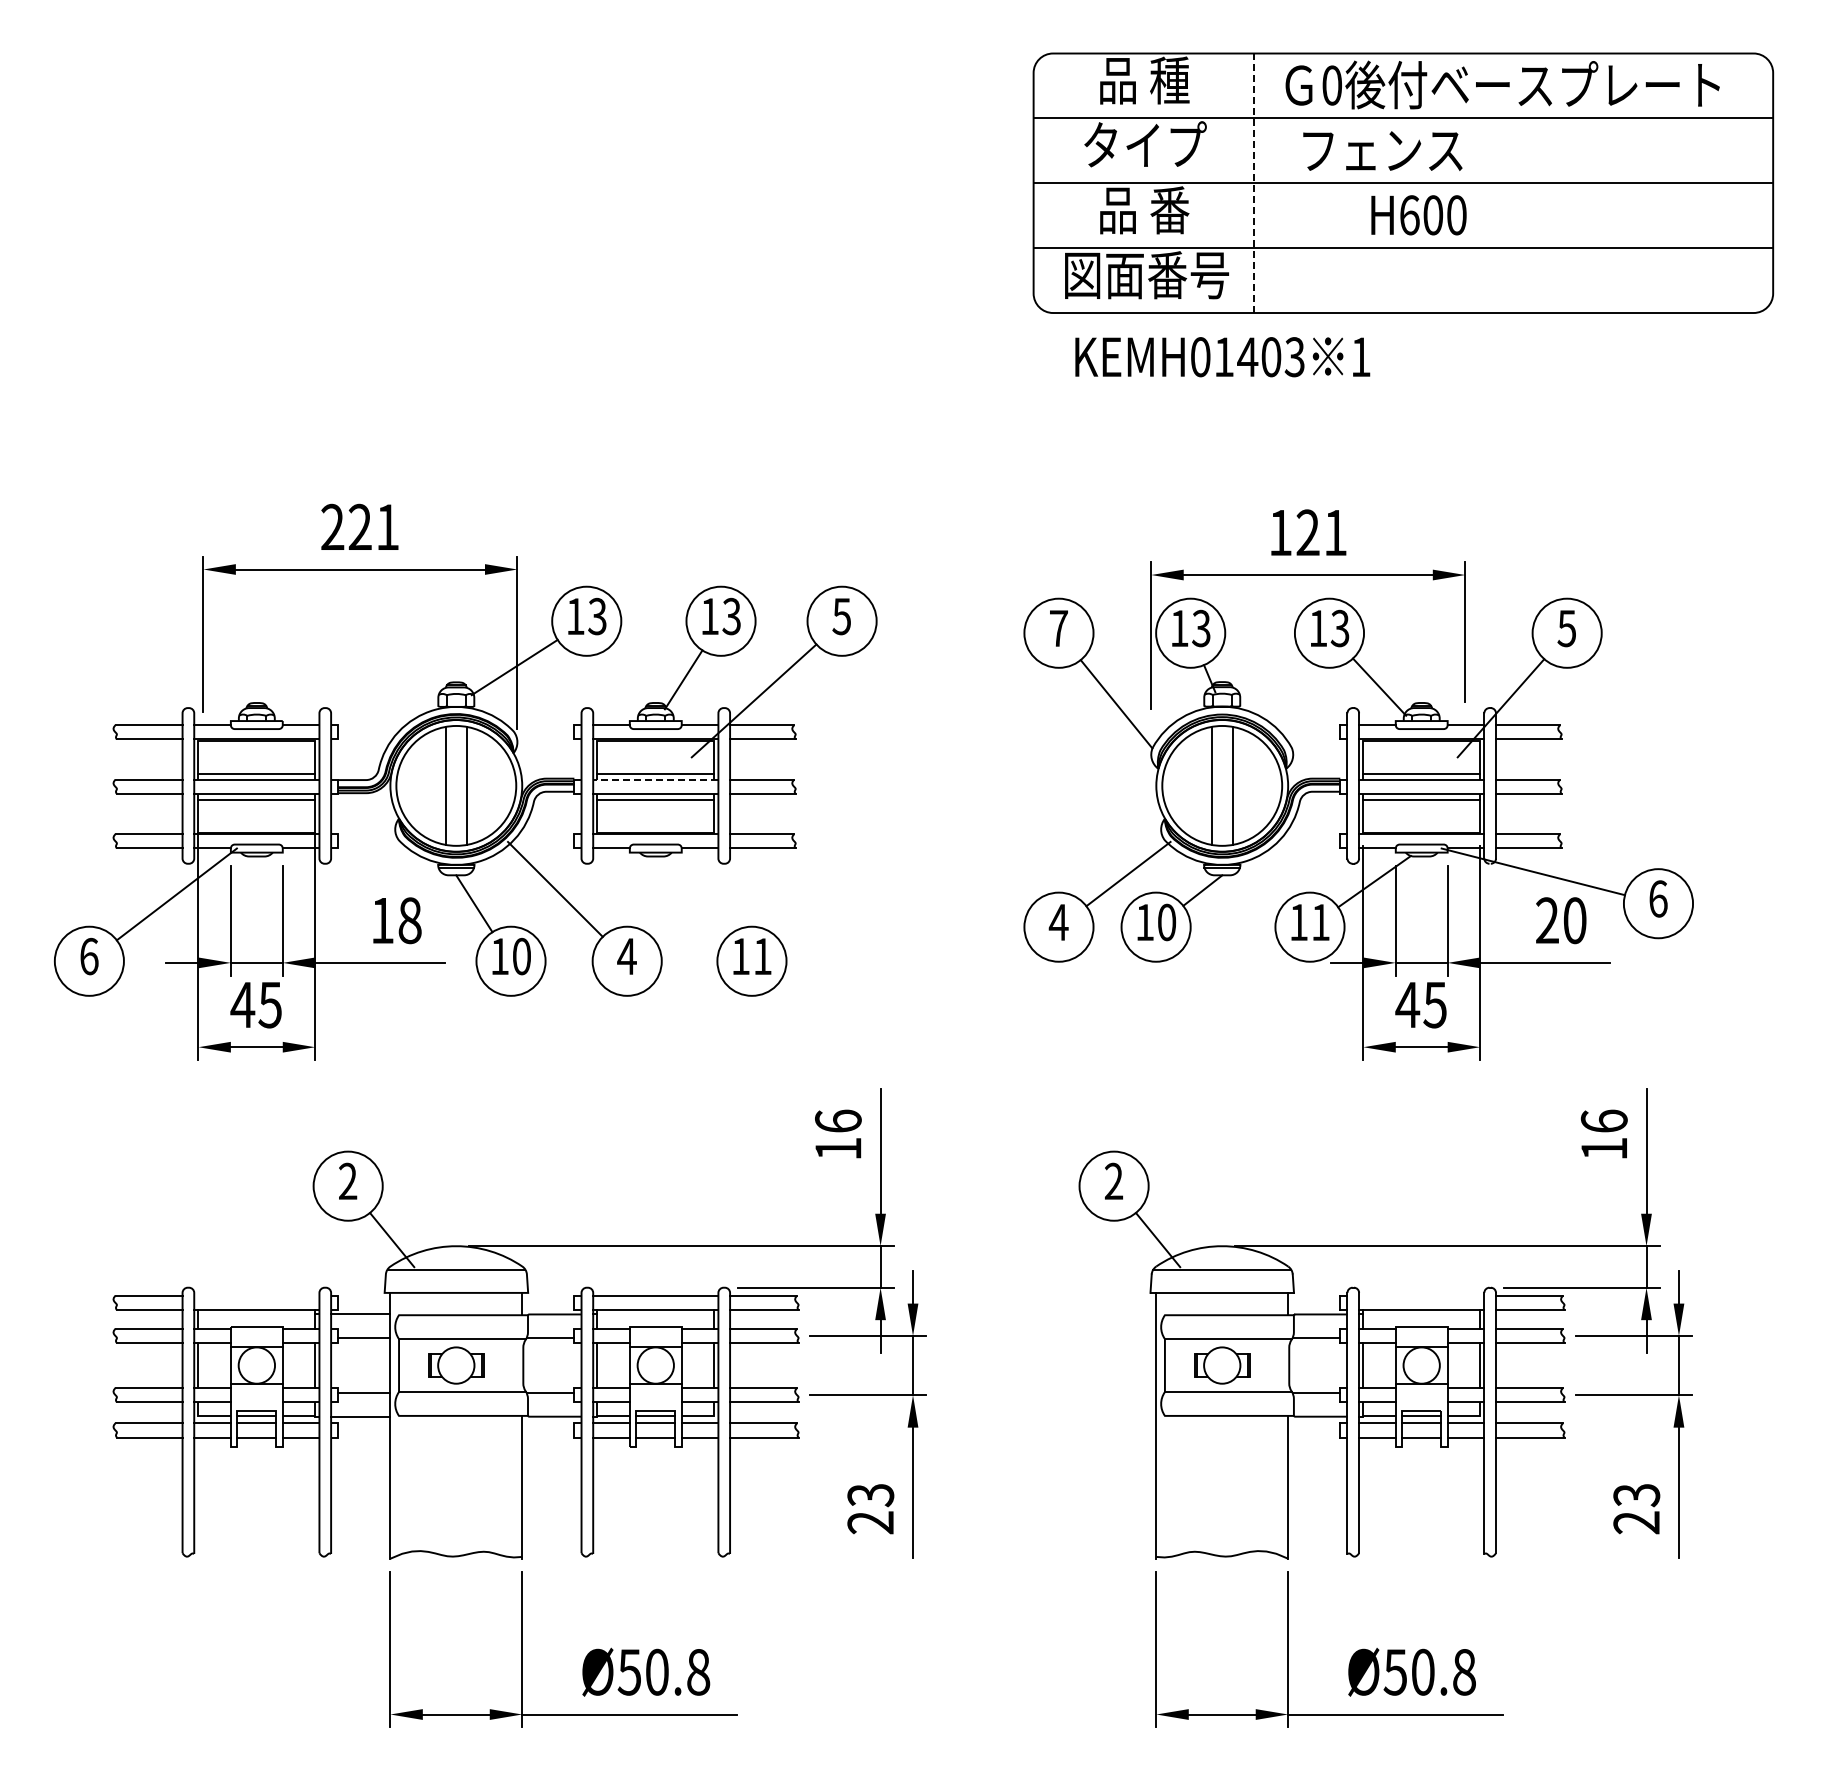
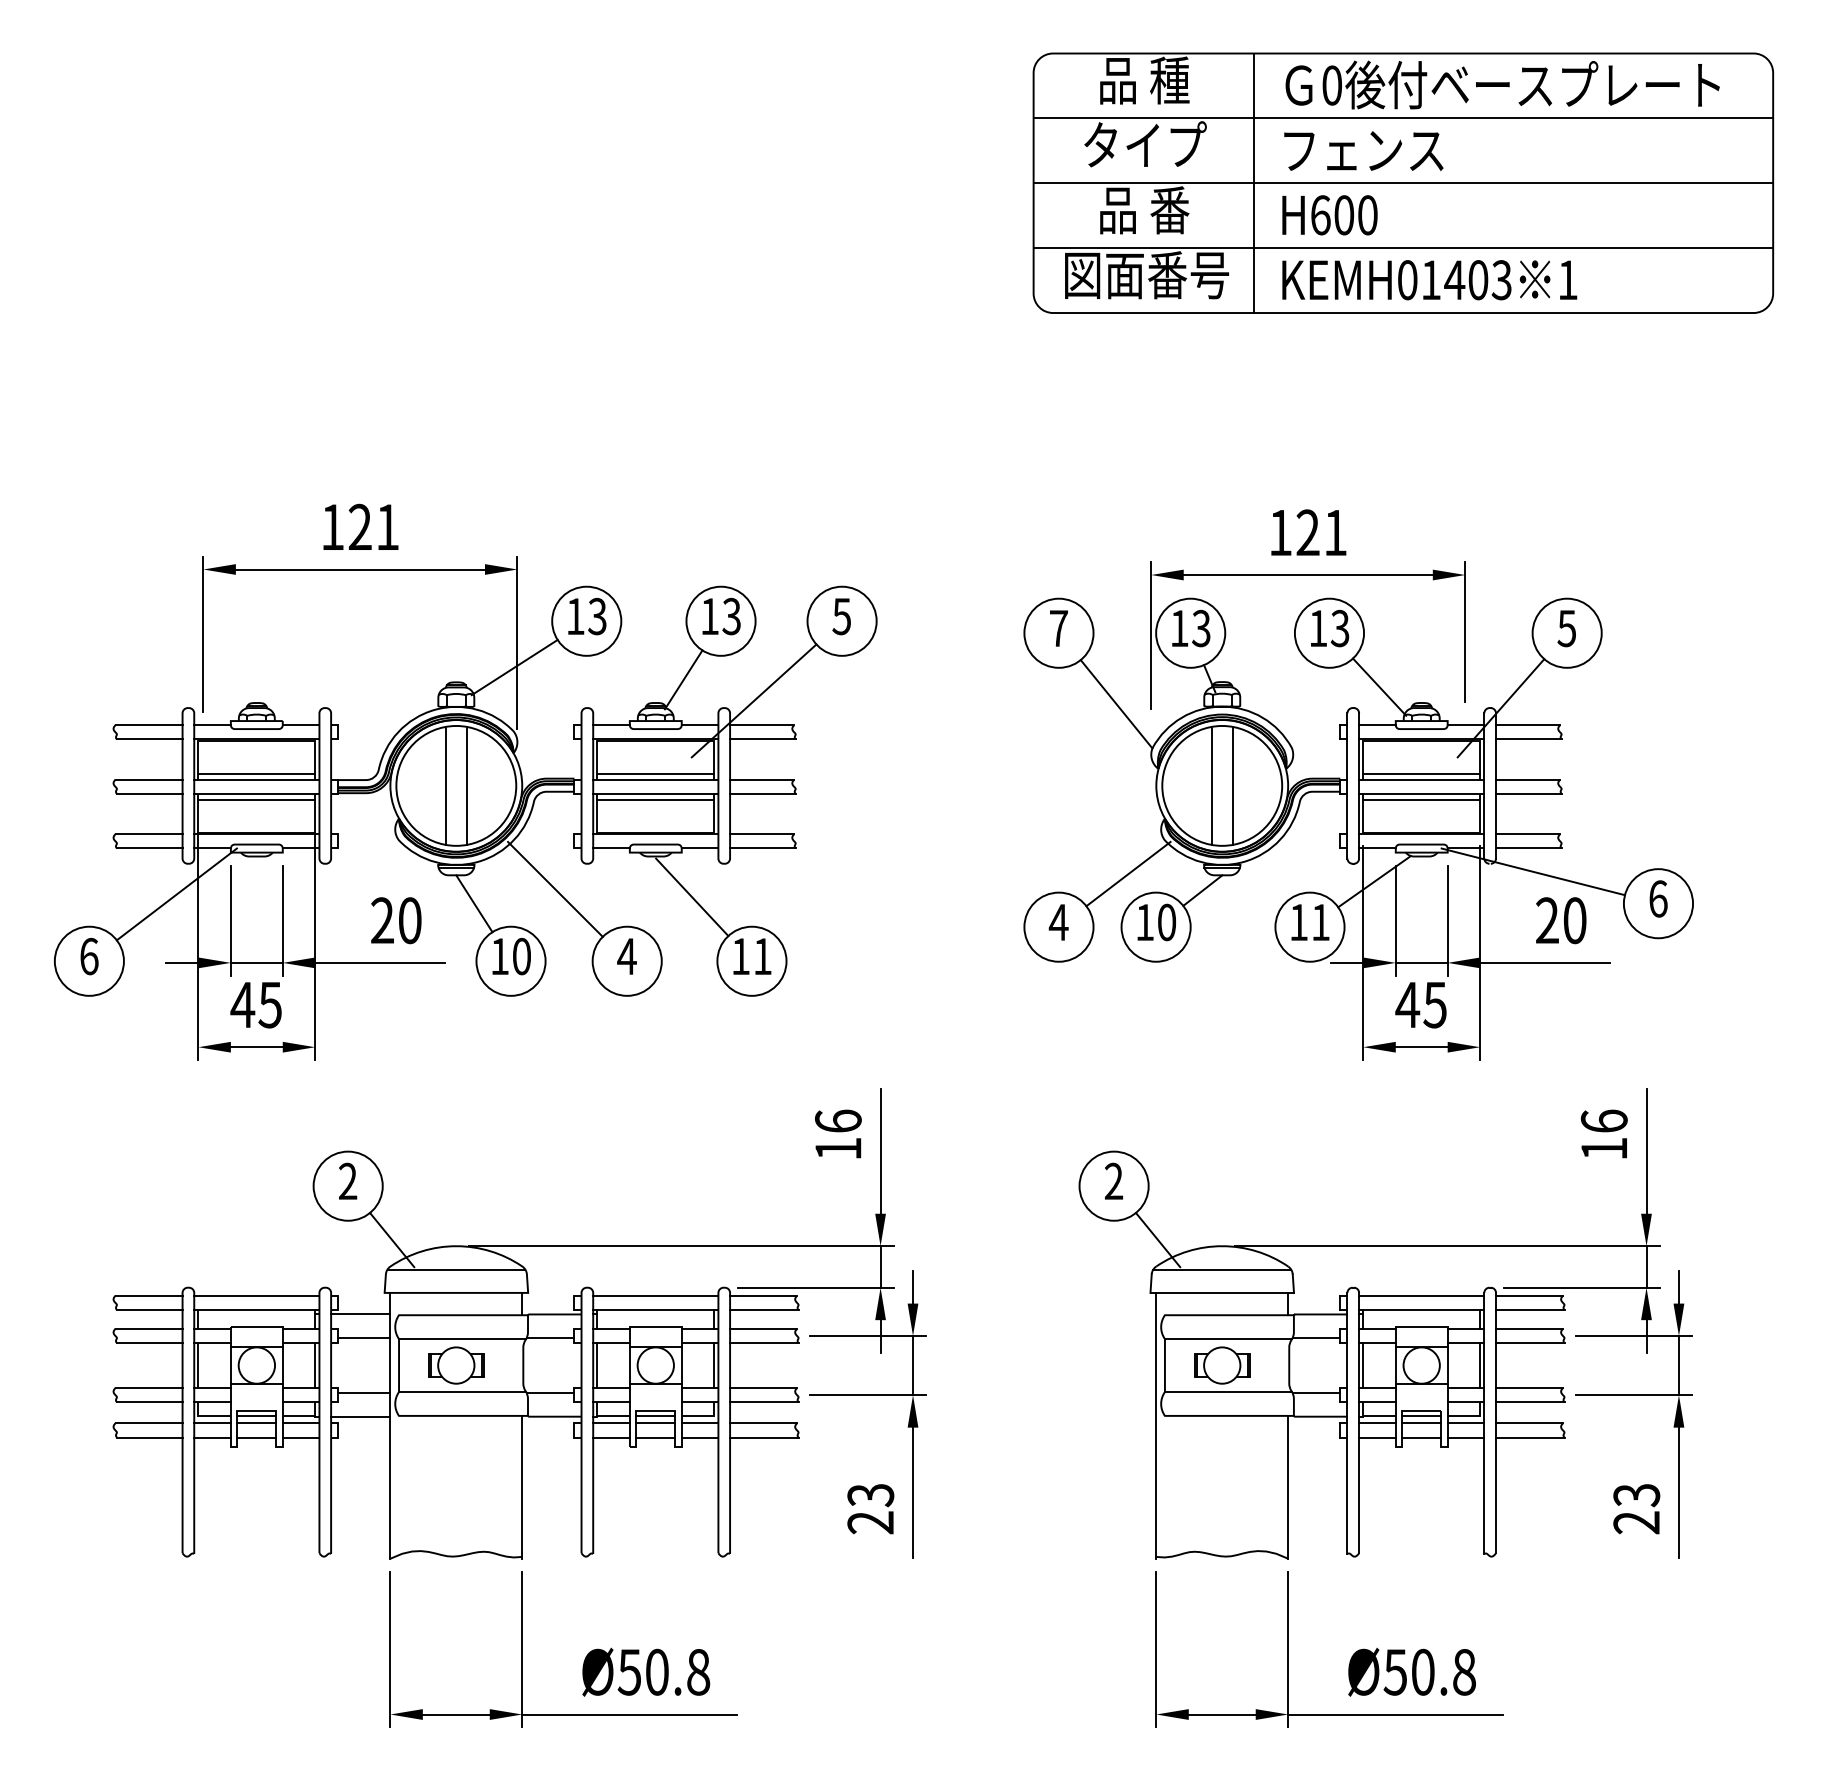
text at (1382, 150) position: (1382, 150) -> (1363, 150)
line at (1254, 183): dashed -> solid
text at (1418, 215) position: (1418, 215) -> (1329, 215)
text at (1222, 357) position: (1222, 357) -> (1429, 280)
text at (332, 526): 221 -> 121
line at (655, 779): dashed -> solid
line at (692, 897): none -> present
text at (396, 920): 18 -> 20
line at (256, 1295): none -> present
line at (1421, 1295): none -> present
